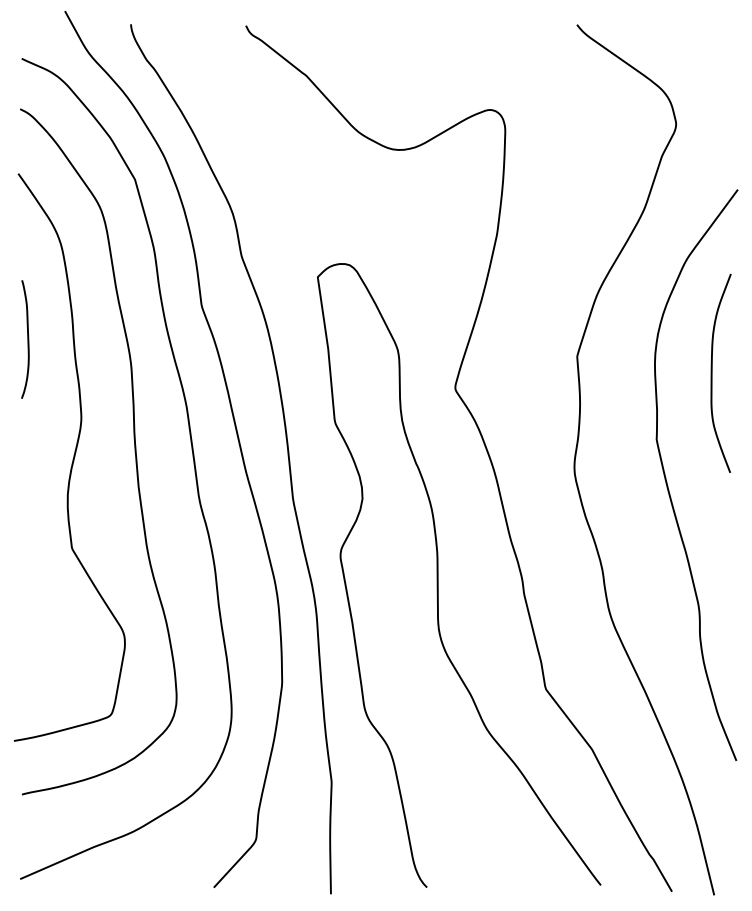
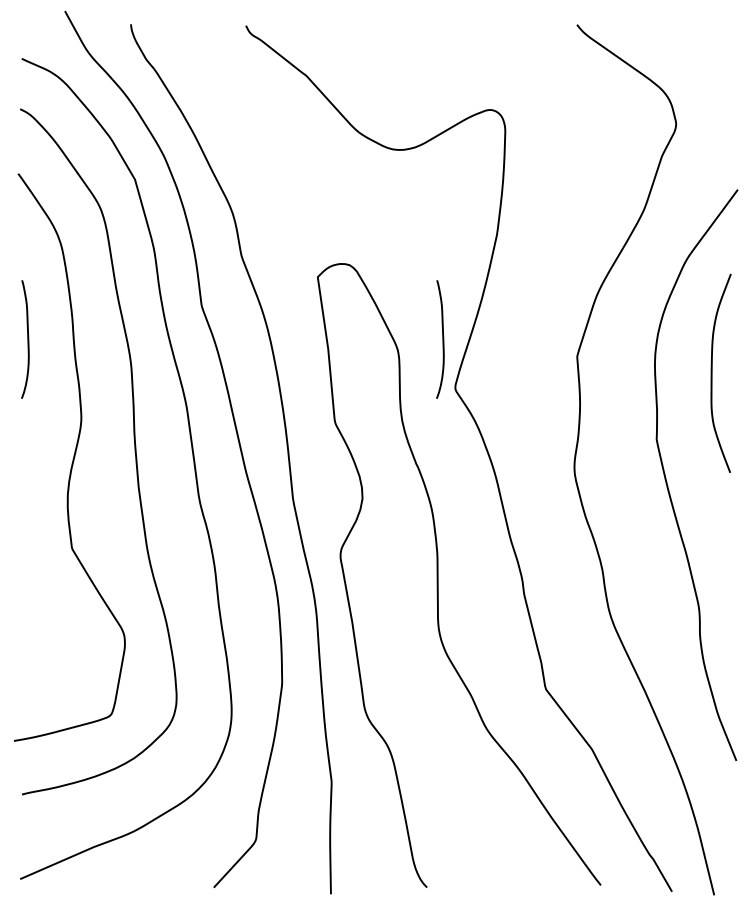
curve at (442, 339): none -> present
